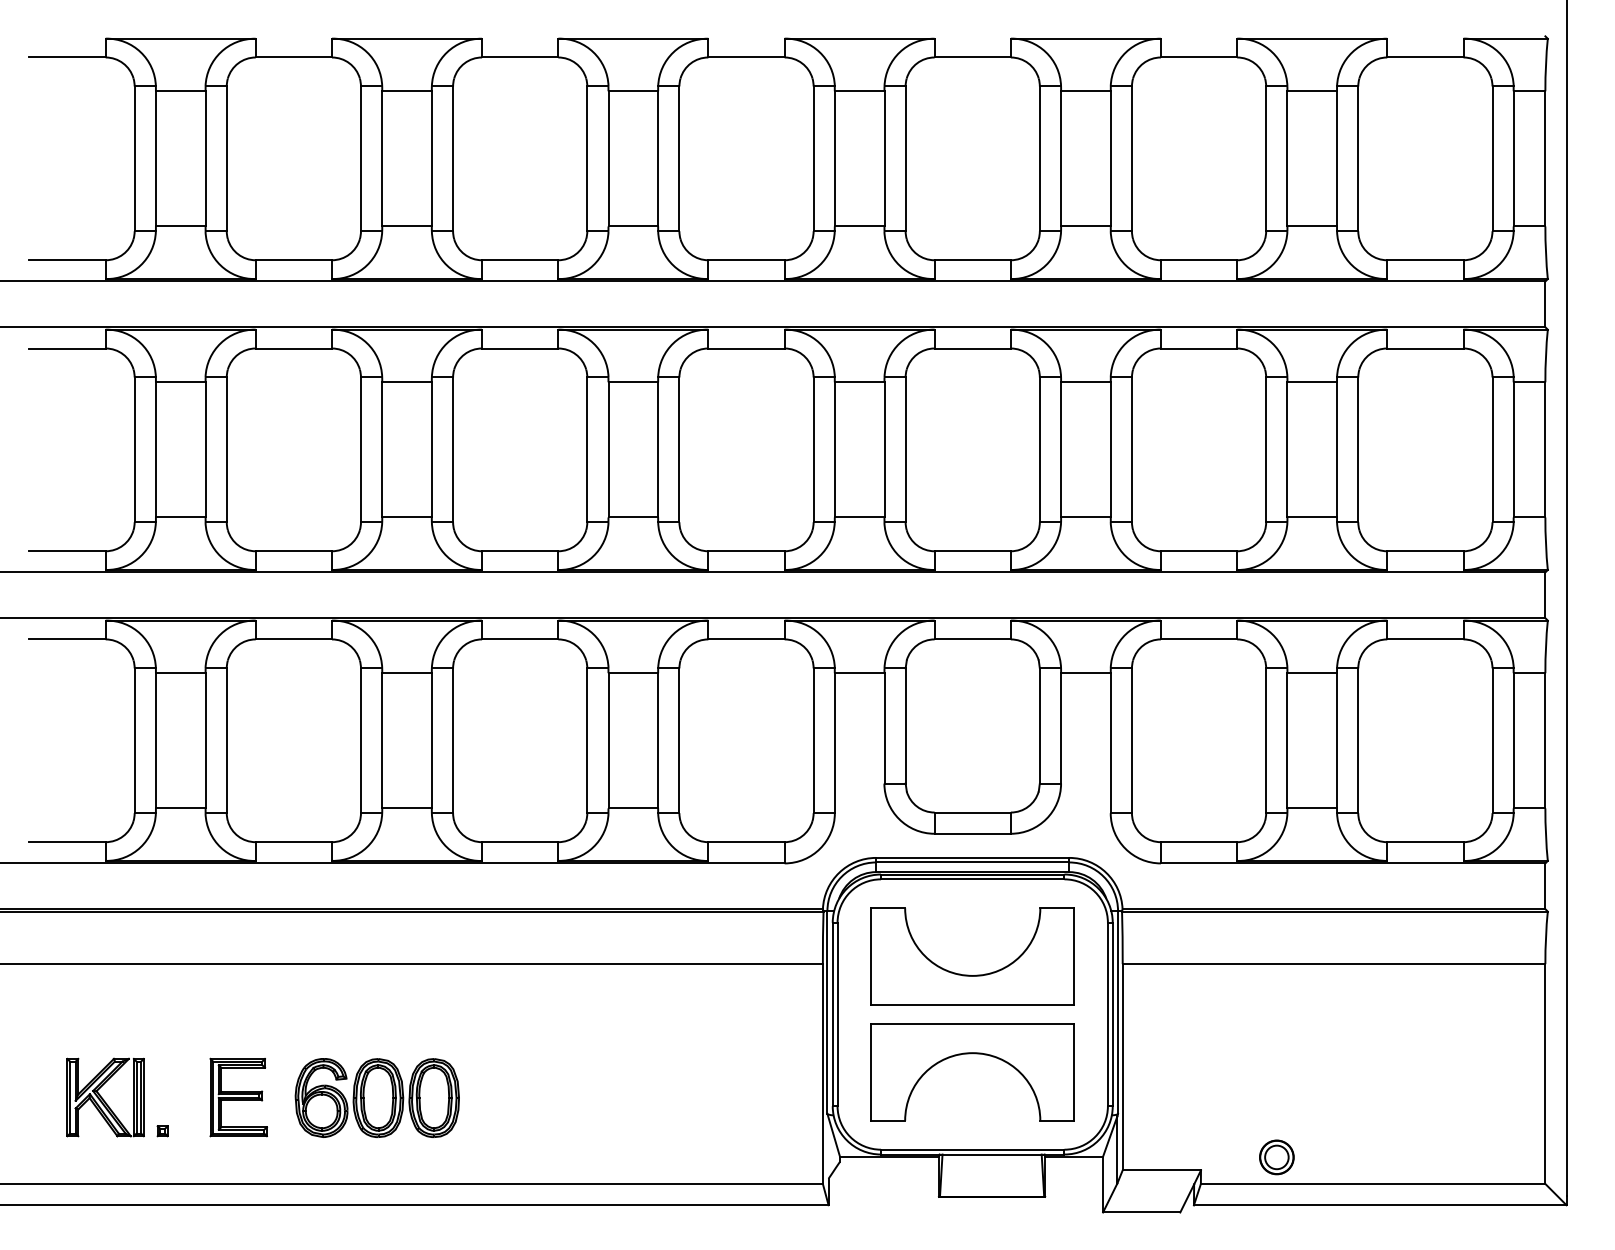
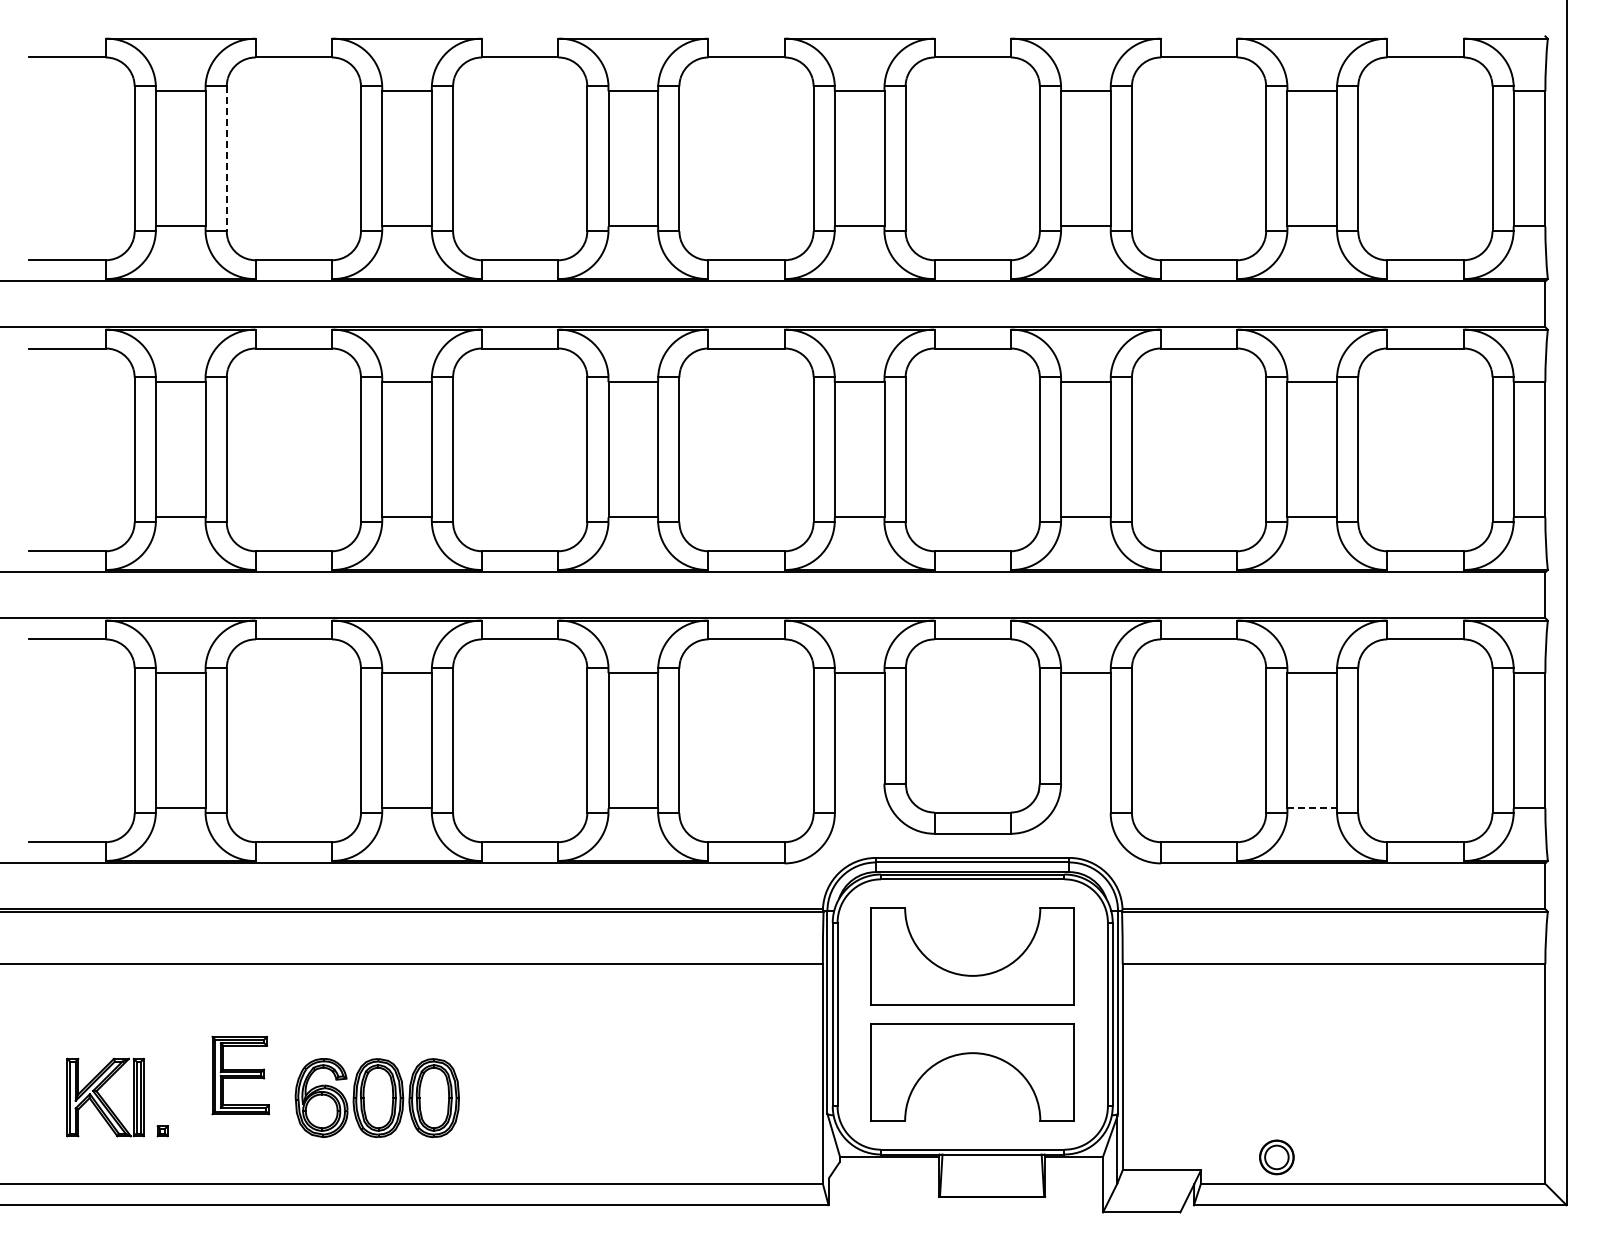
line at (226, 159): solid -> dashed
line at (1312, 808): solid -> dashed
part at (238, 1097) position: (238, 1097) -> (240, 1075)
